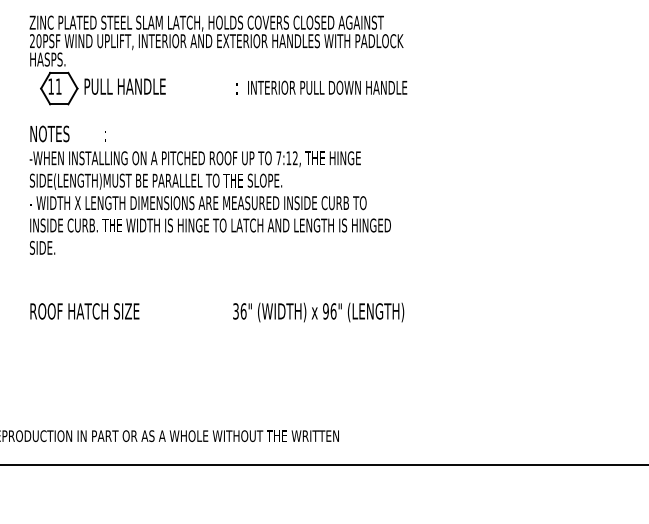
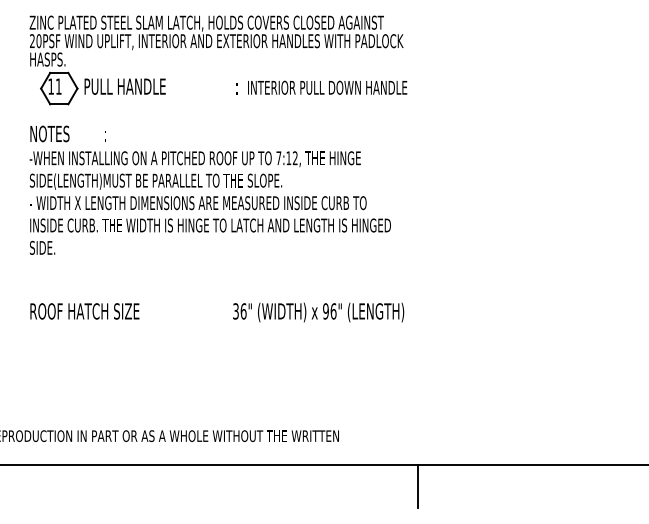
line at (418, 486): none -> present
